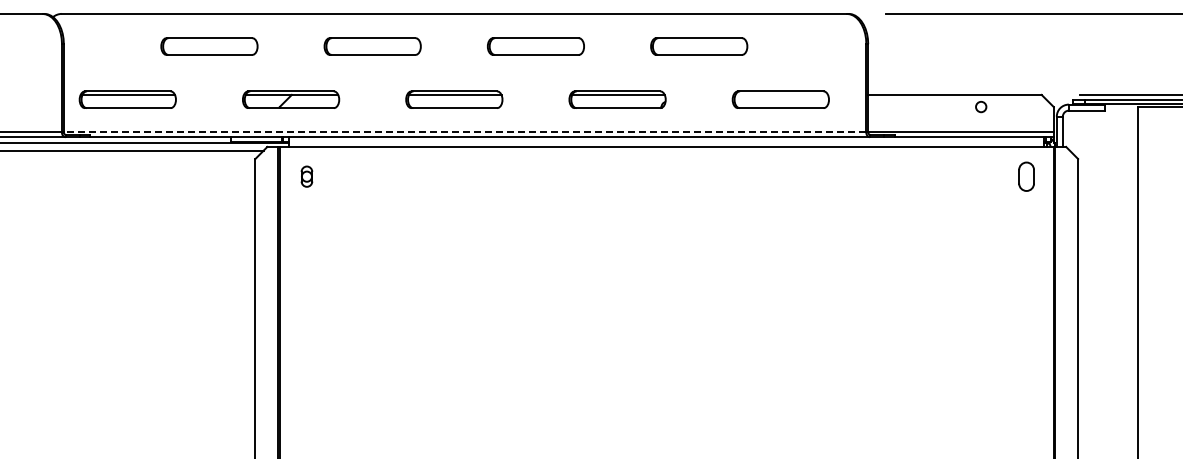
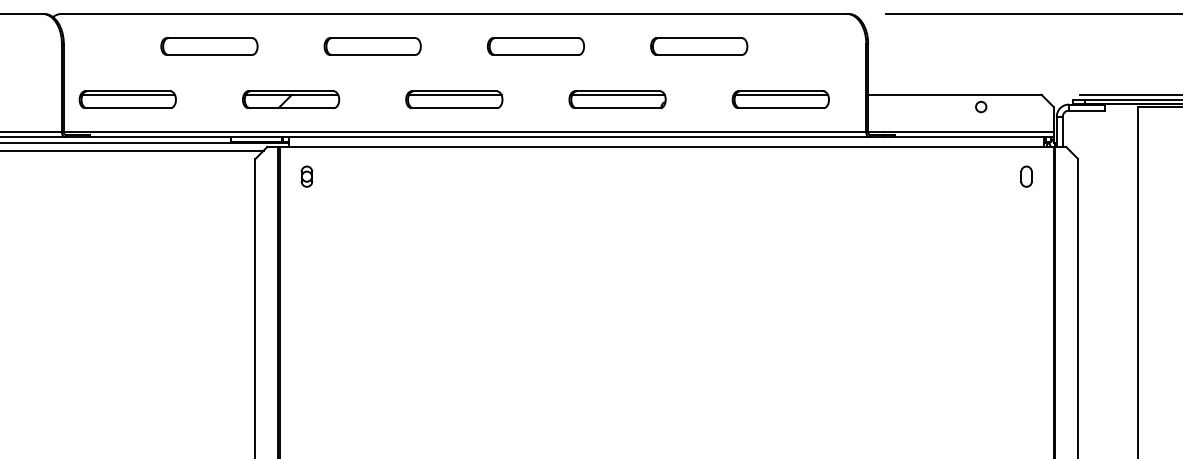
line at (781, 94): none -> present
line at (464, 132): dashed -> solid
part at (1026, 176) size: 17x31 px -> 13x23 px
